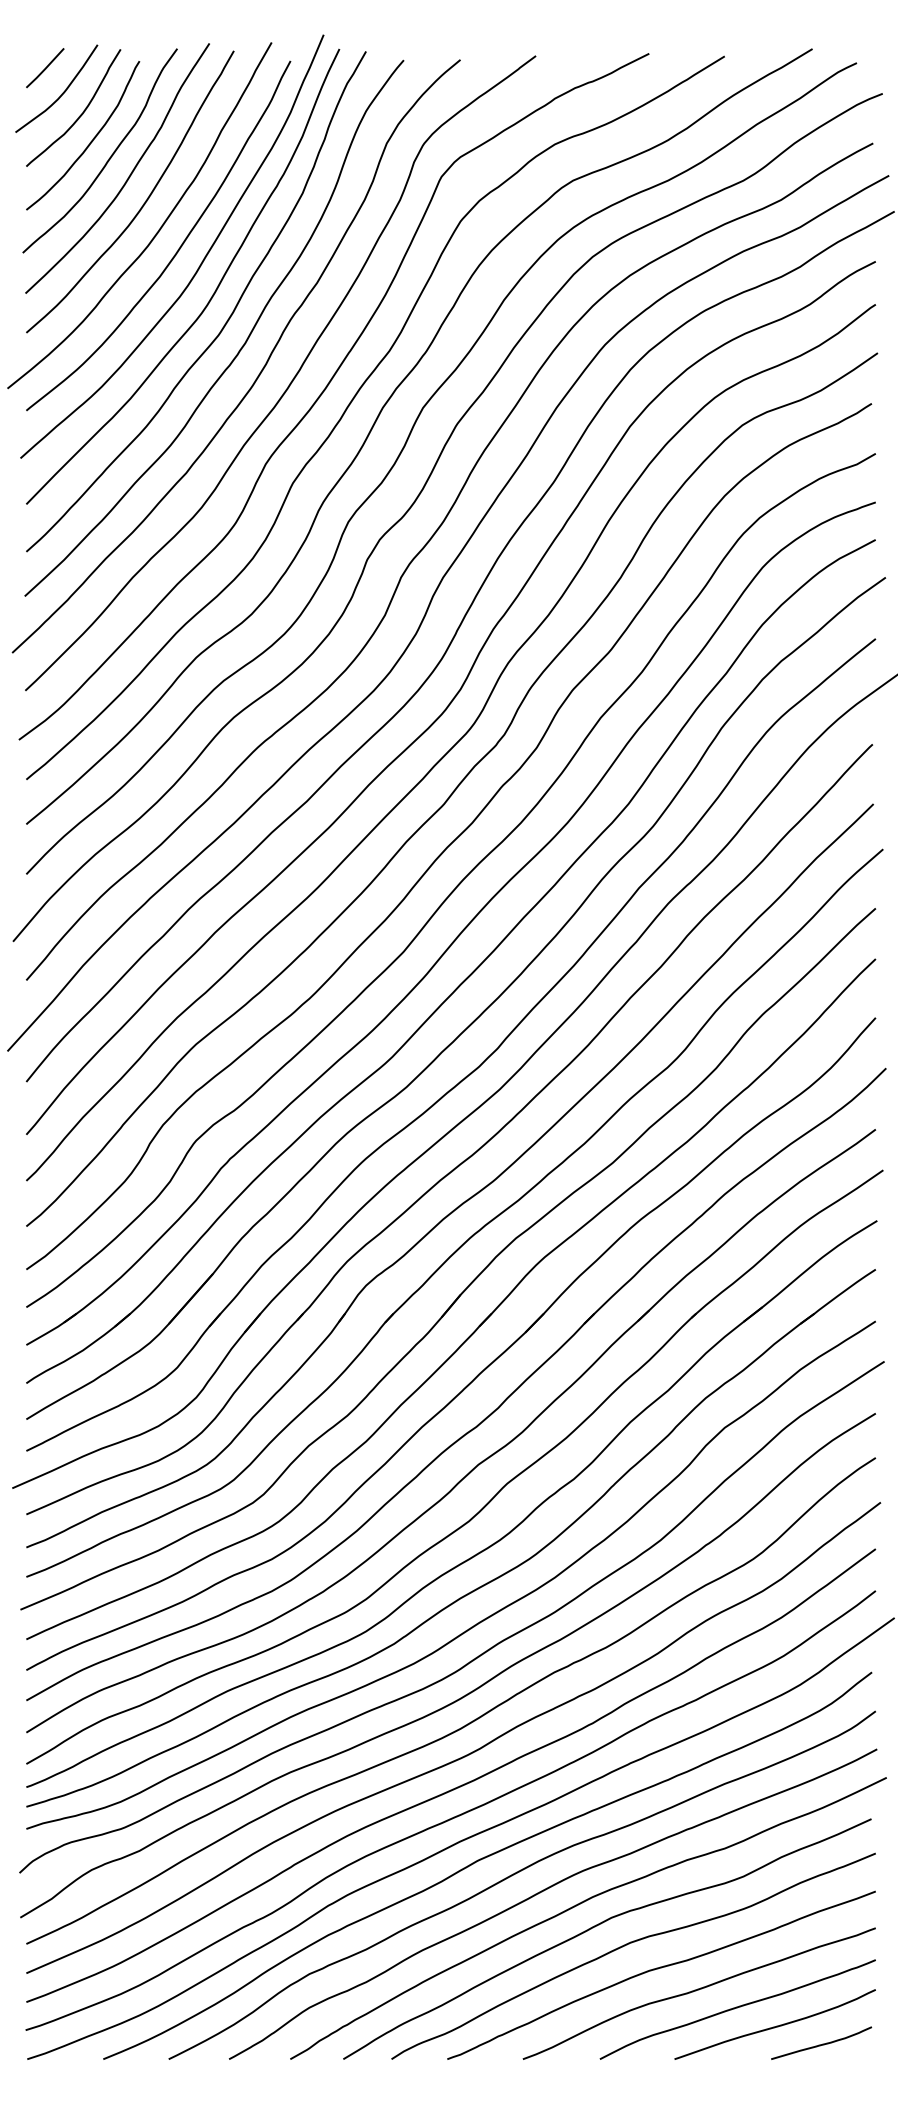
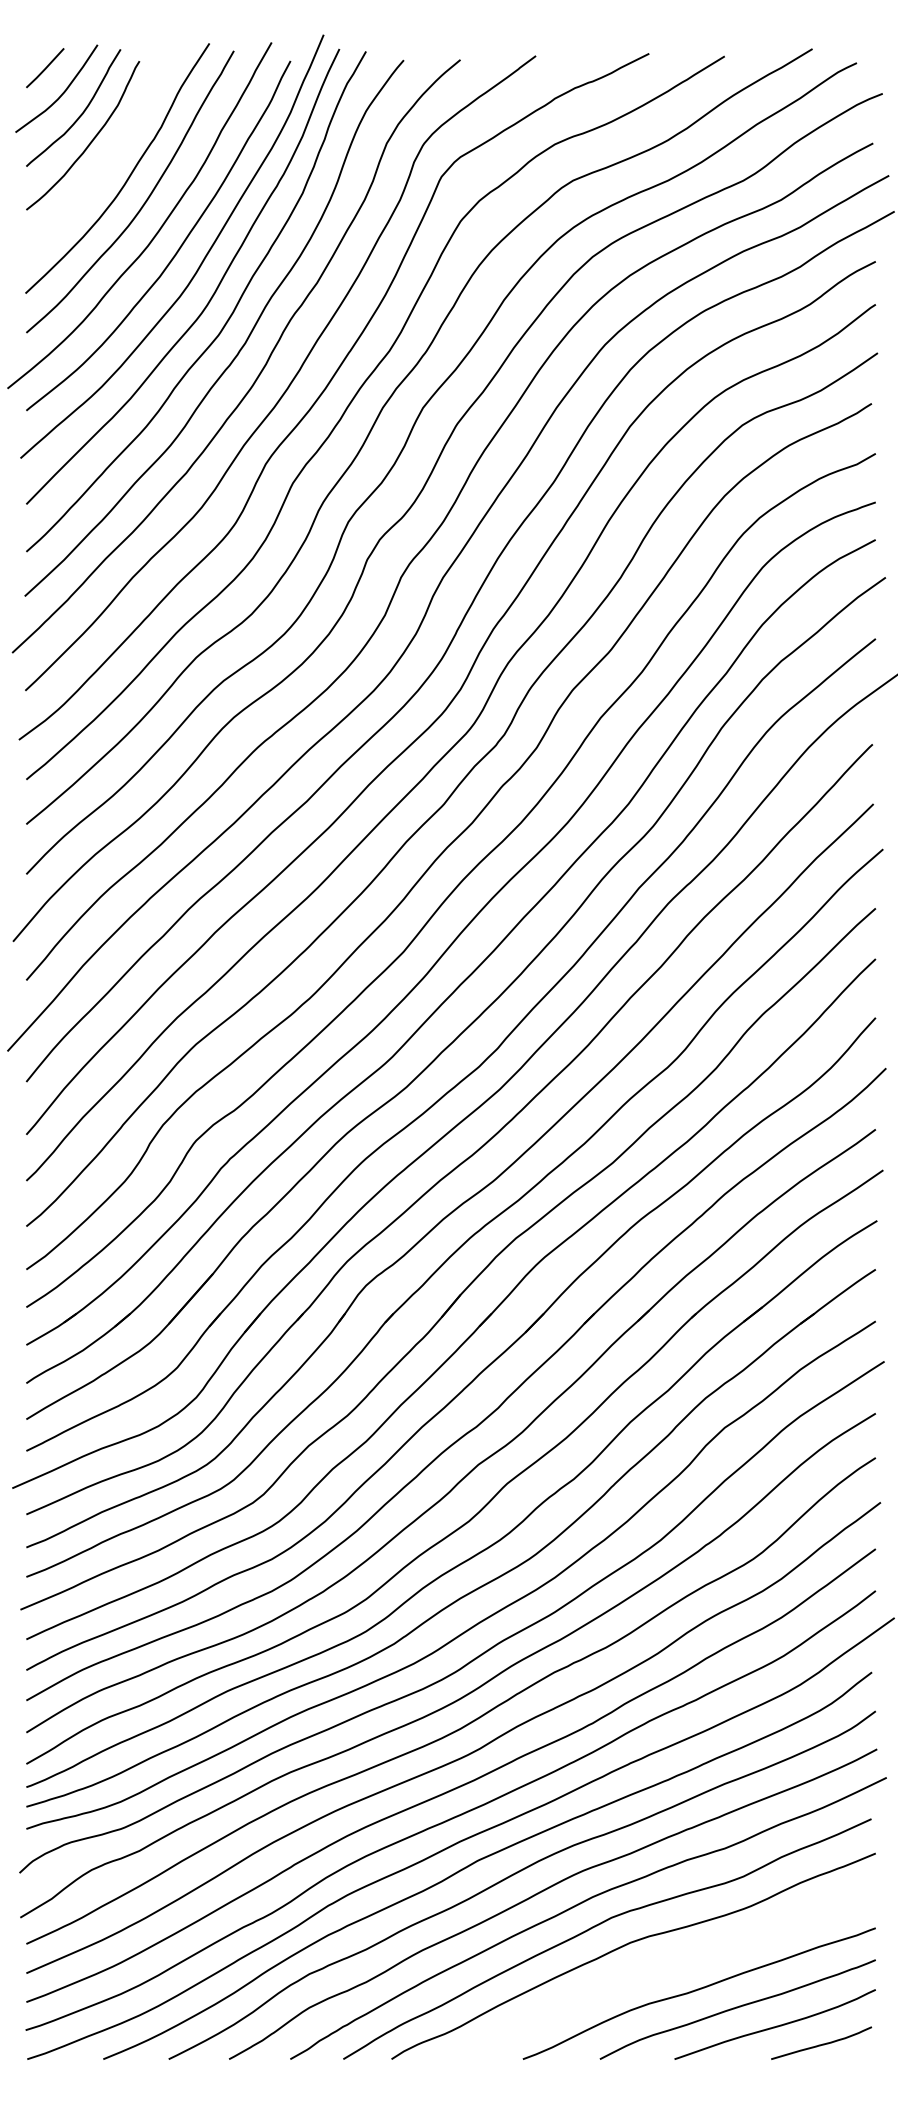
curve at (108, 158): present -> none
curve at (658, 1969): present -> none
